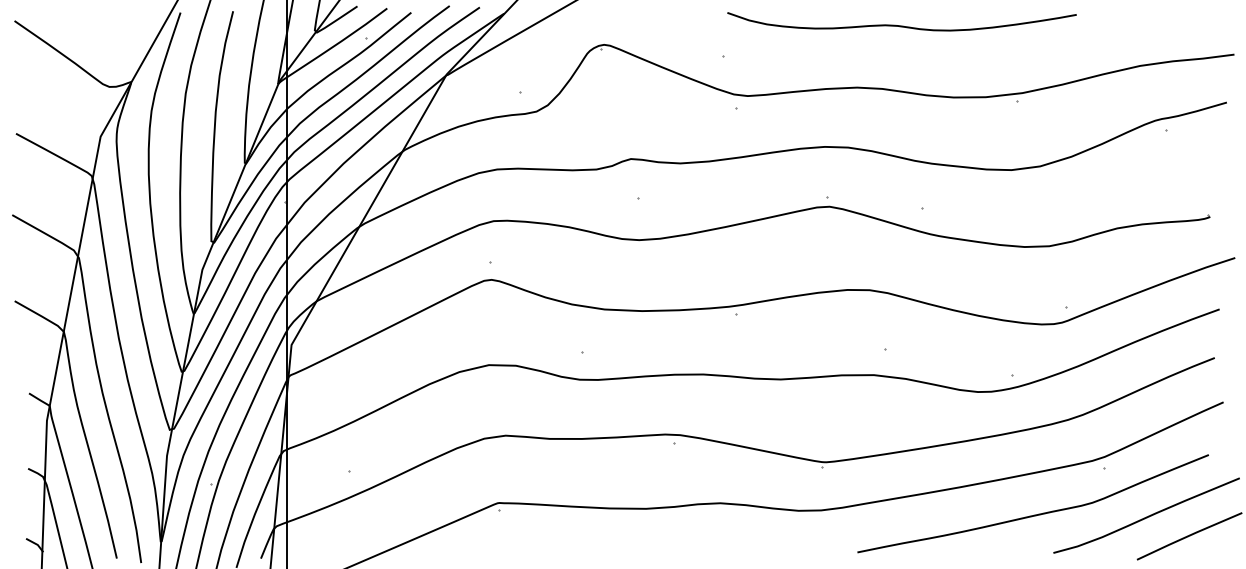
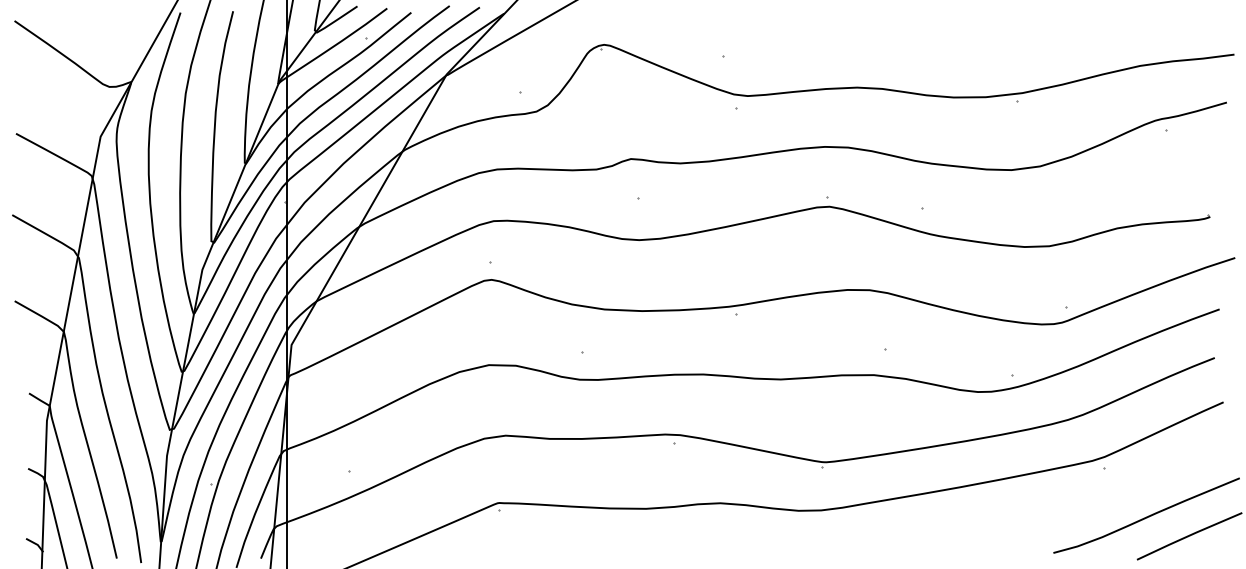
curve at (901, 25): present -> none
curve at (1034, 514): present -> none
